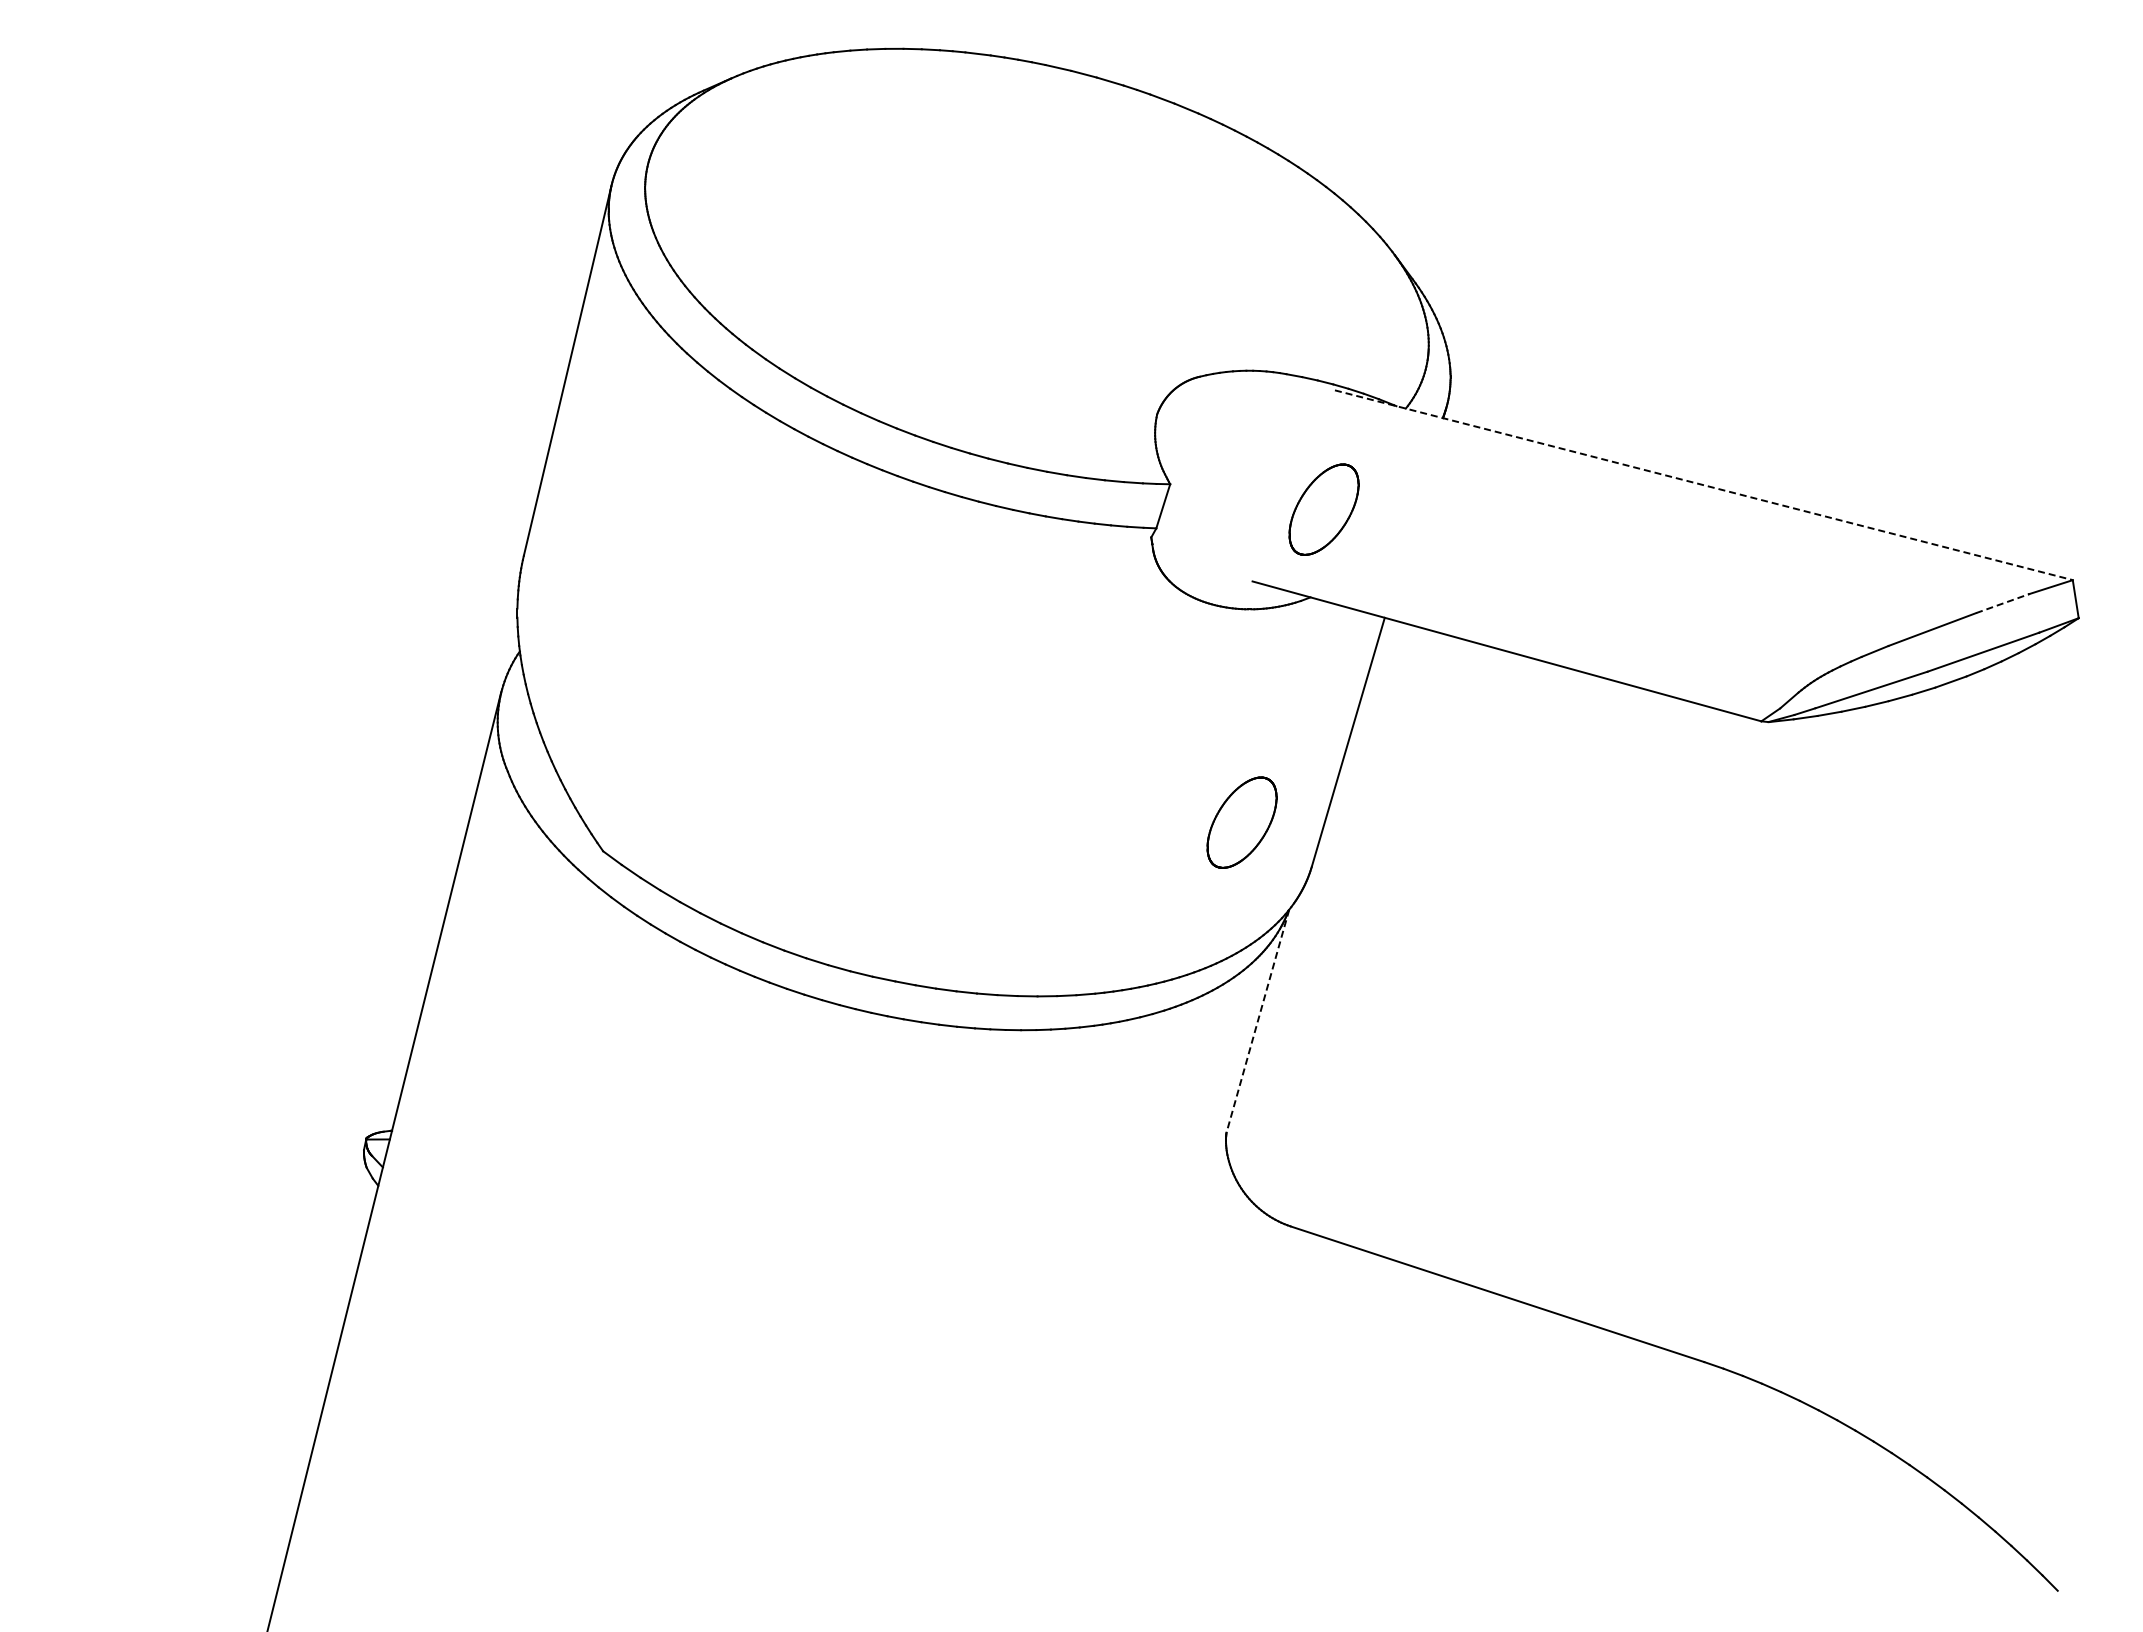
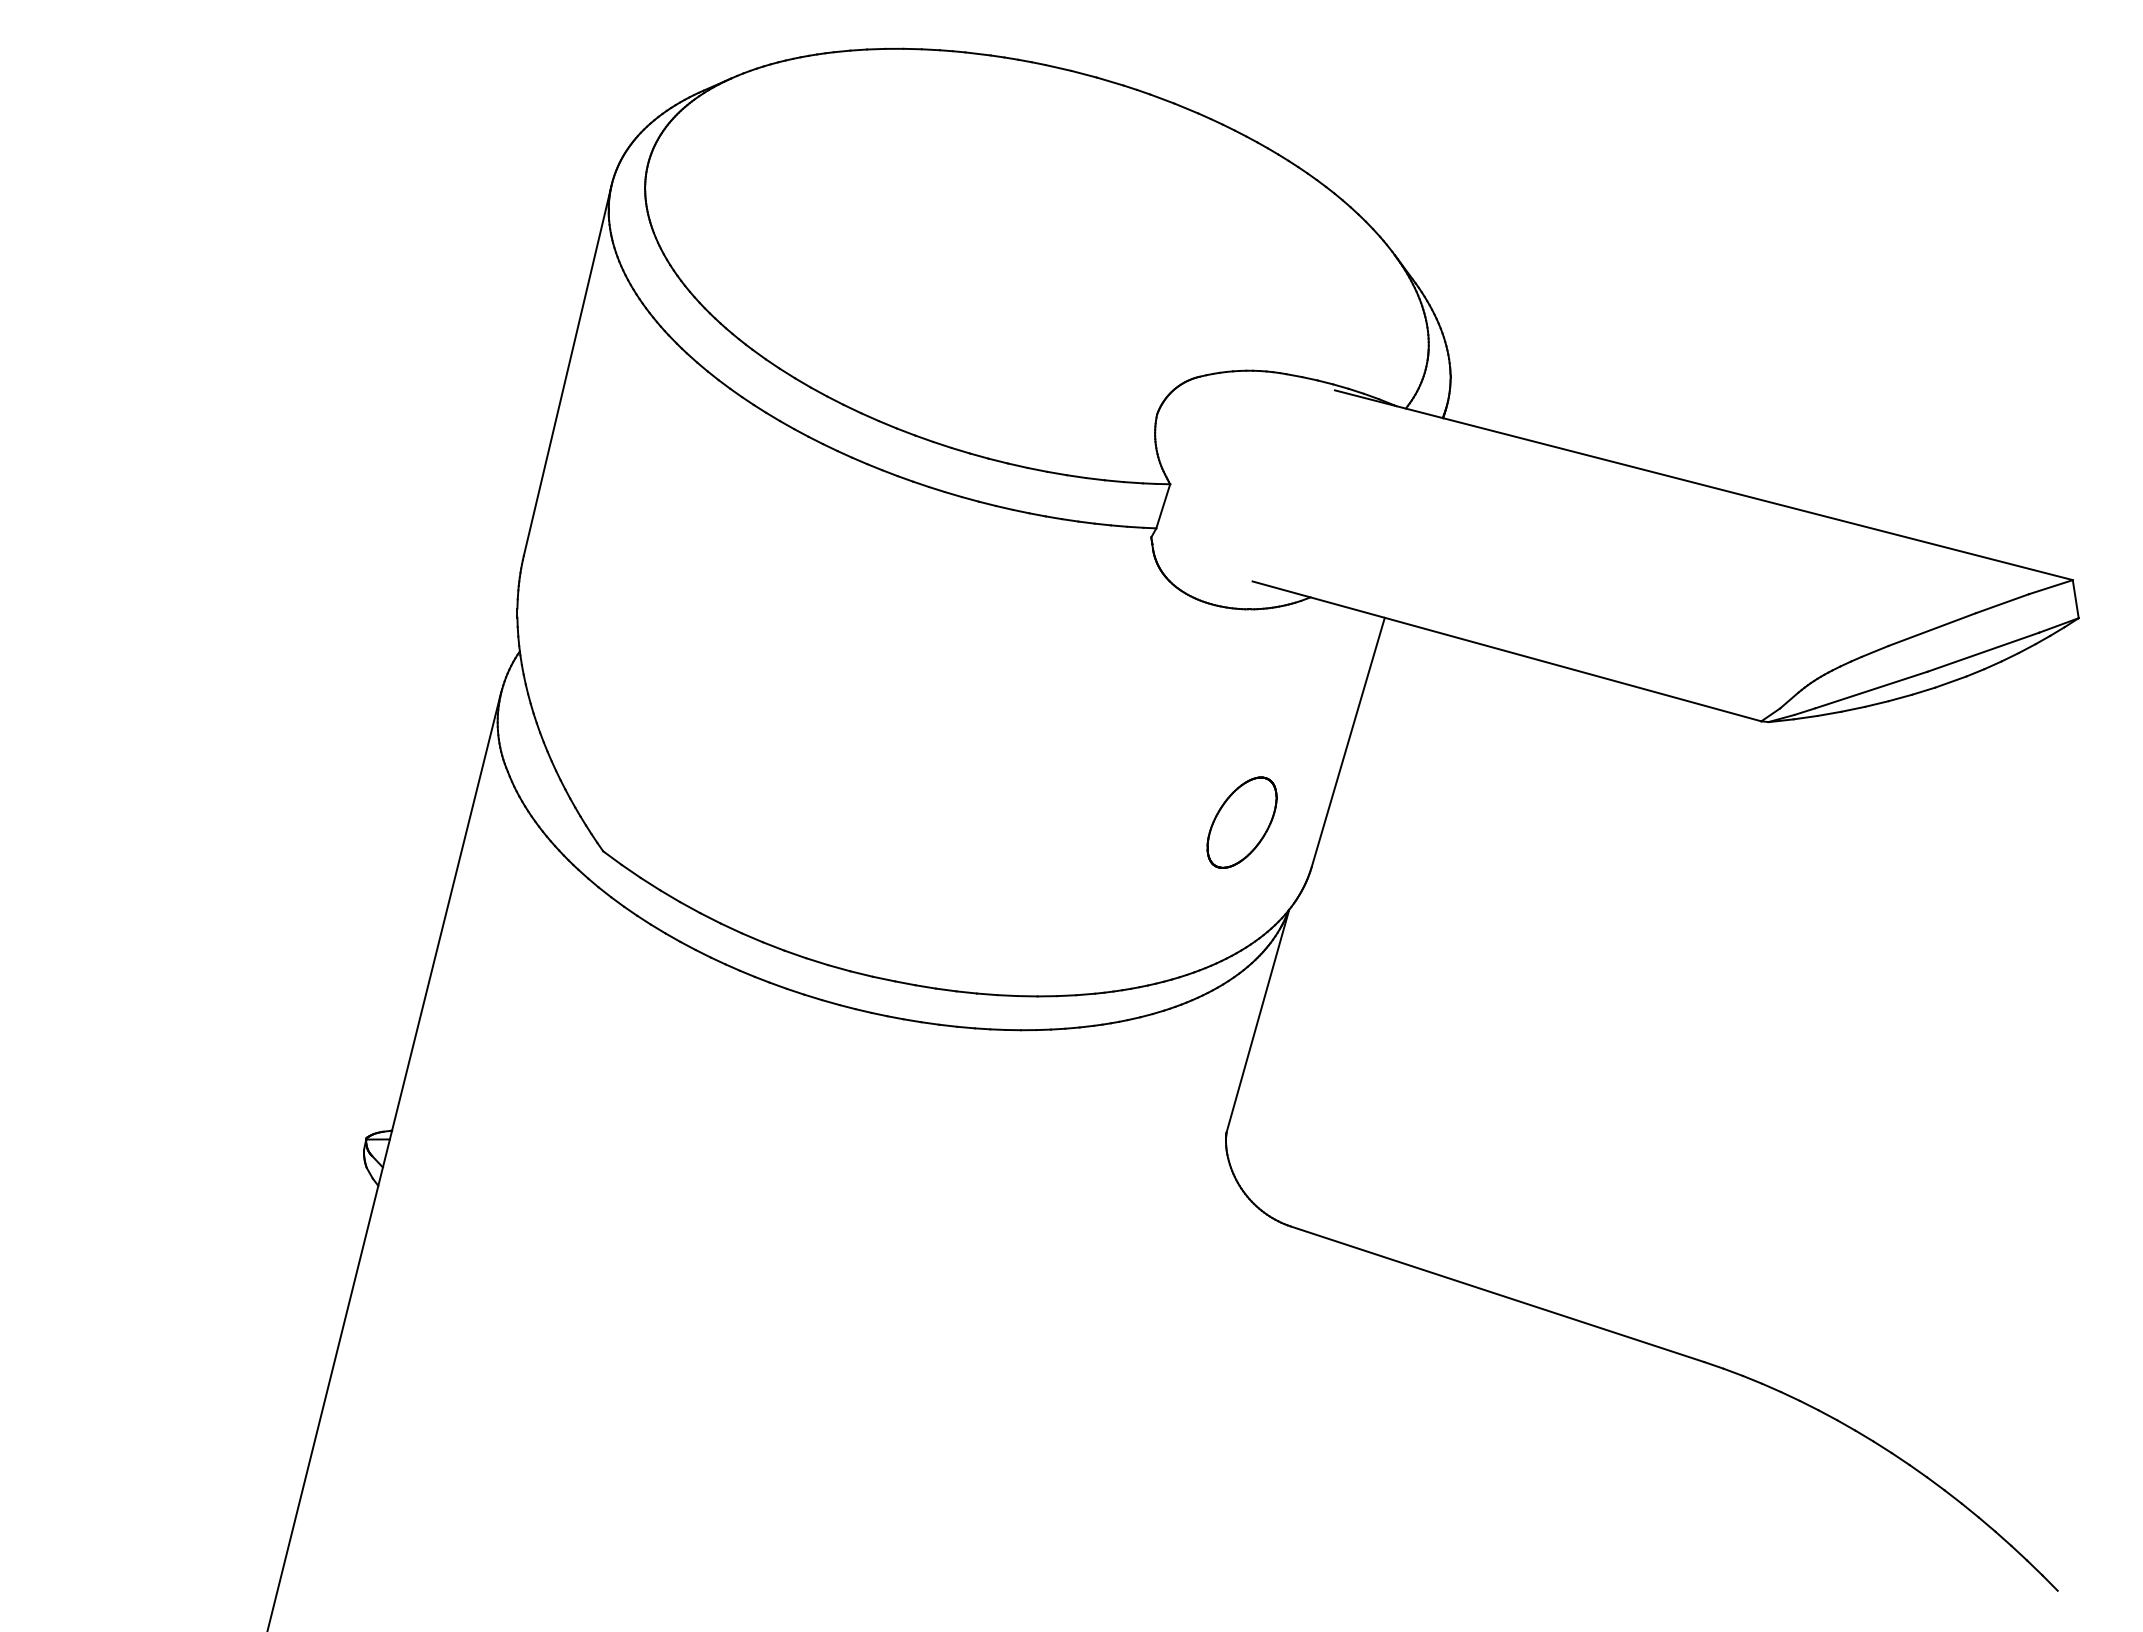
line at (1703, 485): dashed -> solid
part at (1323, 509): present -> none
line at (2003, 603): dashed -> solid
line at (1257, 1021): dashed -> solid
